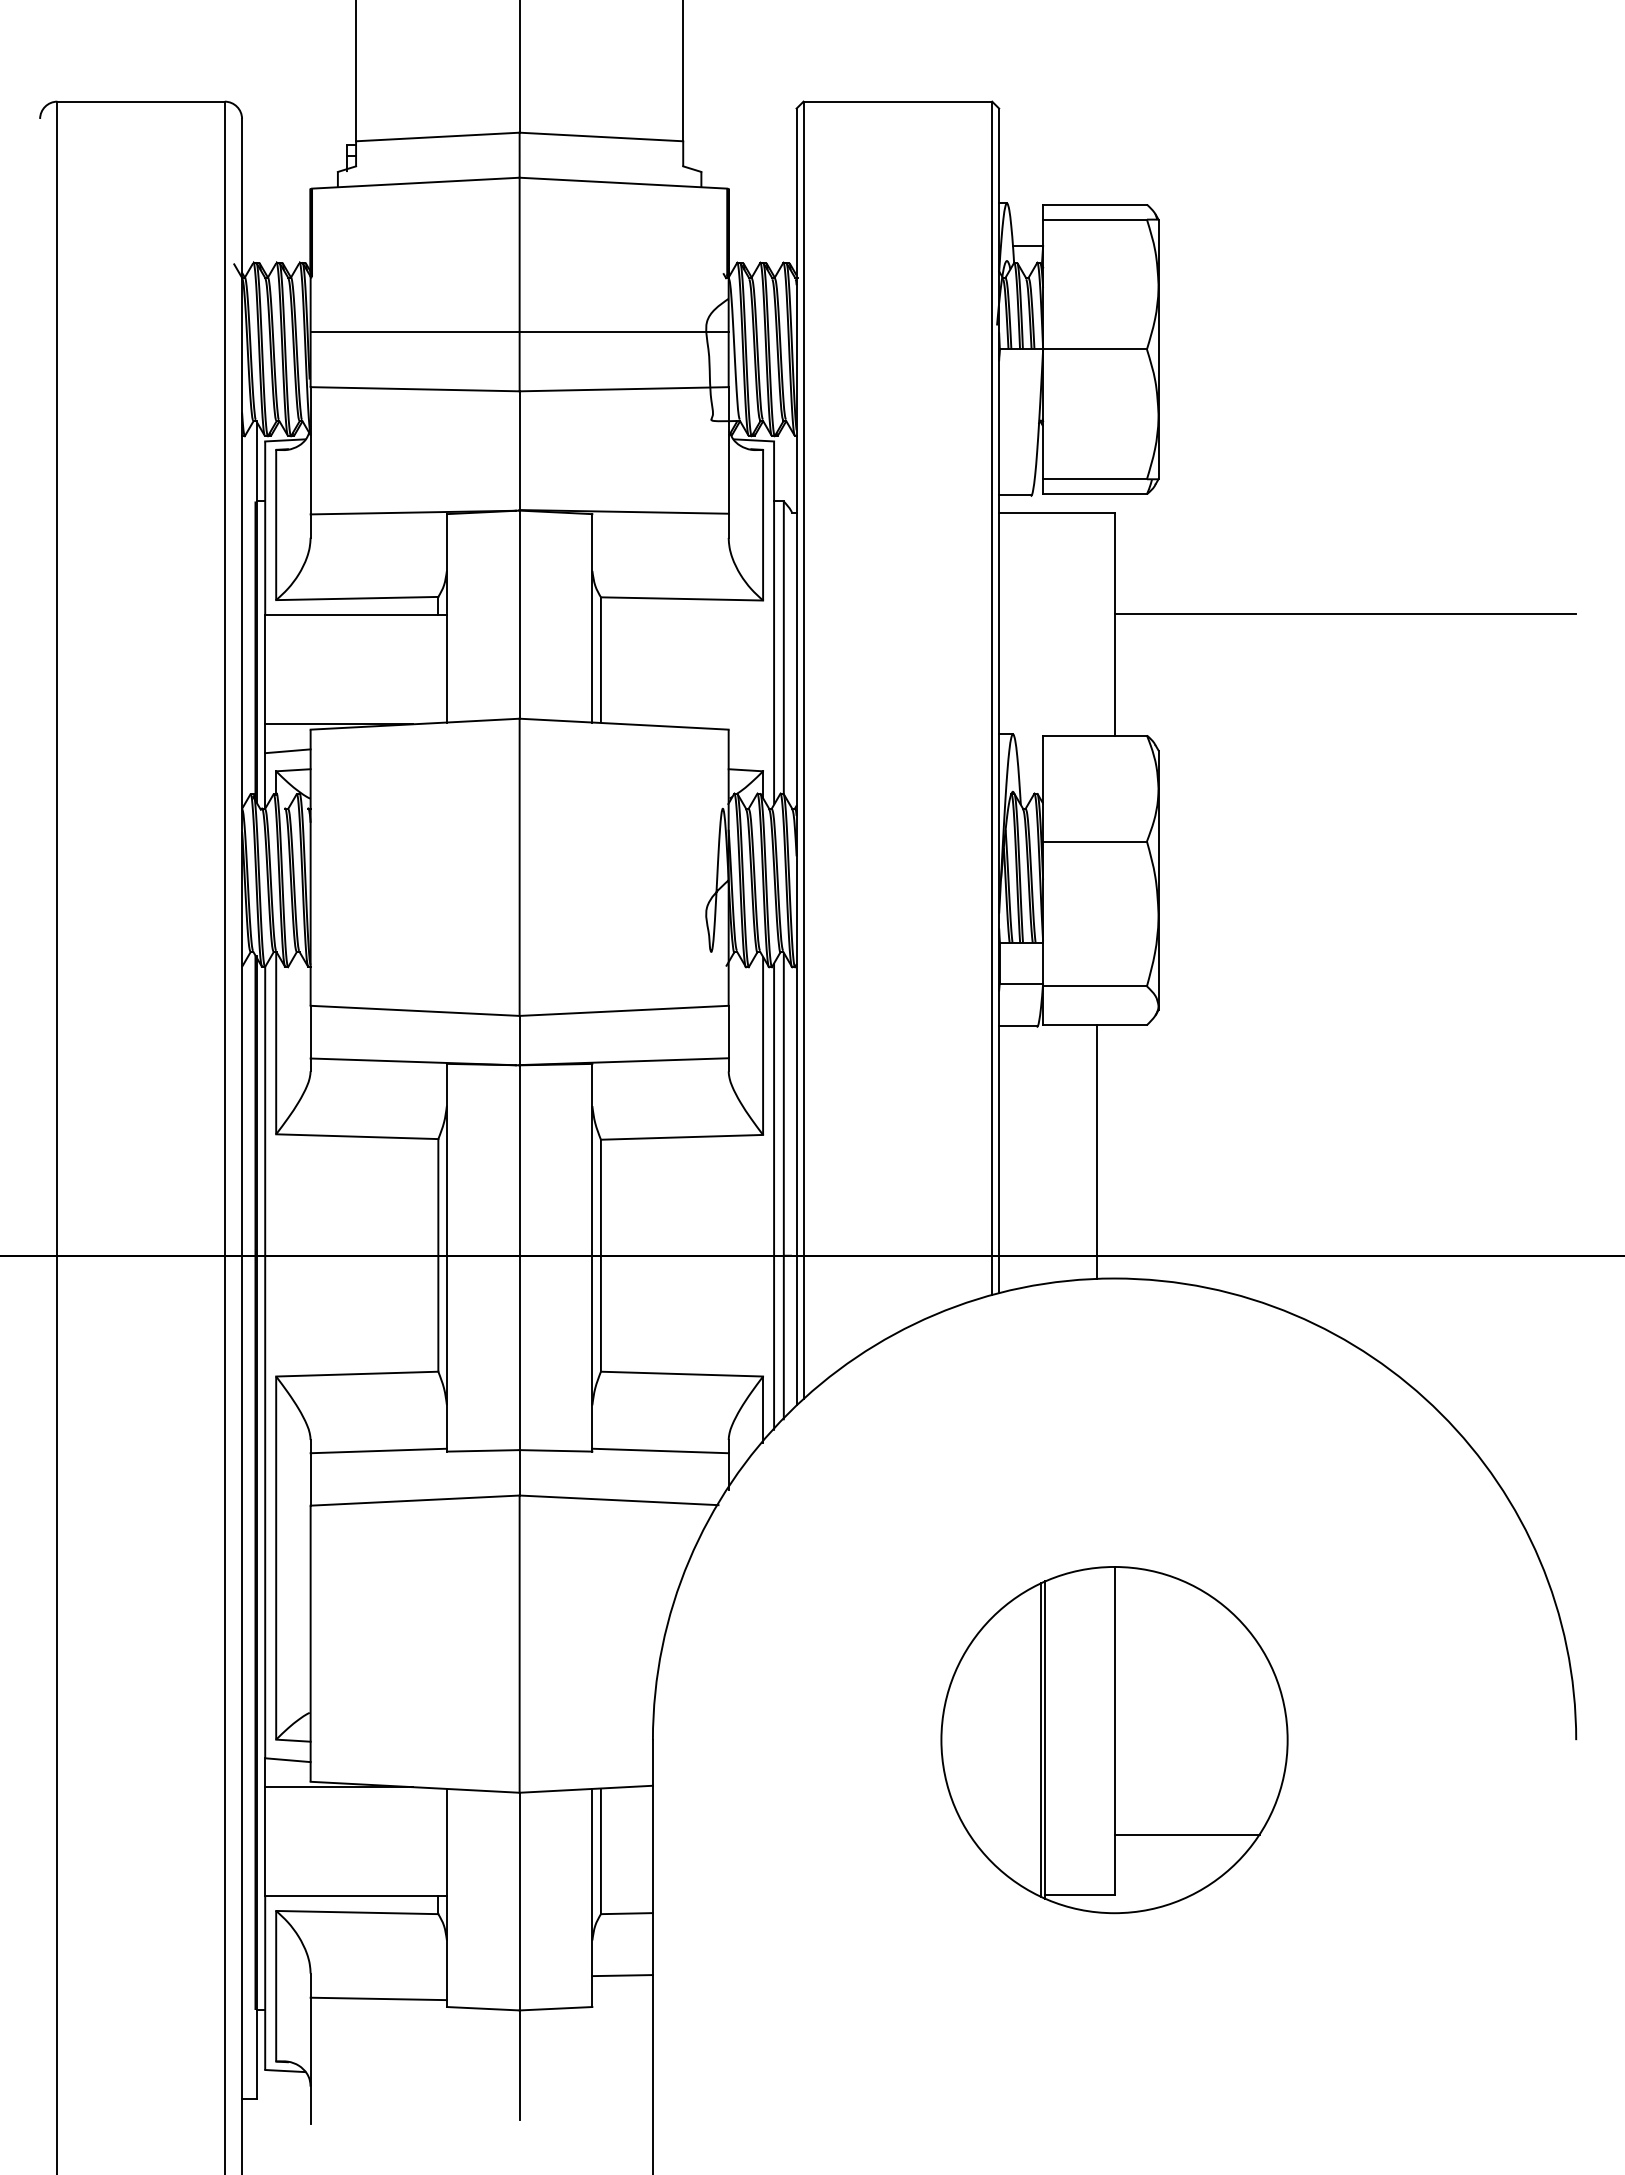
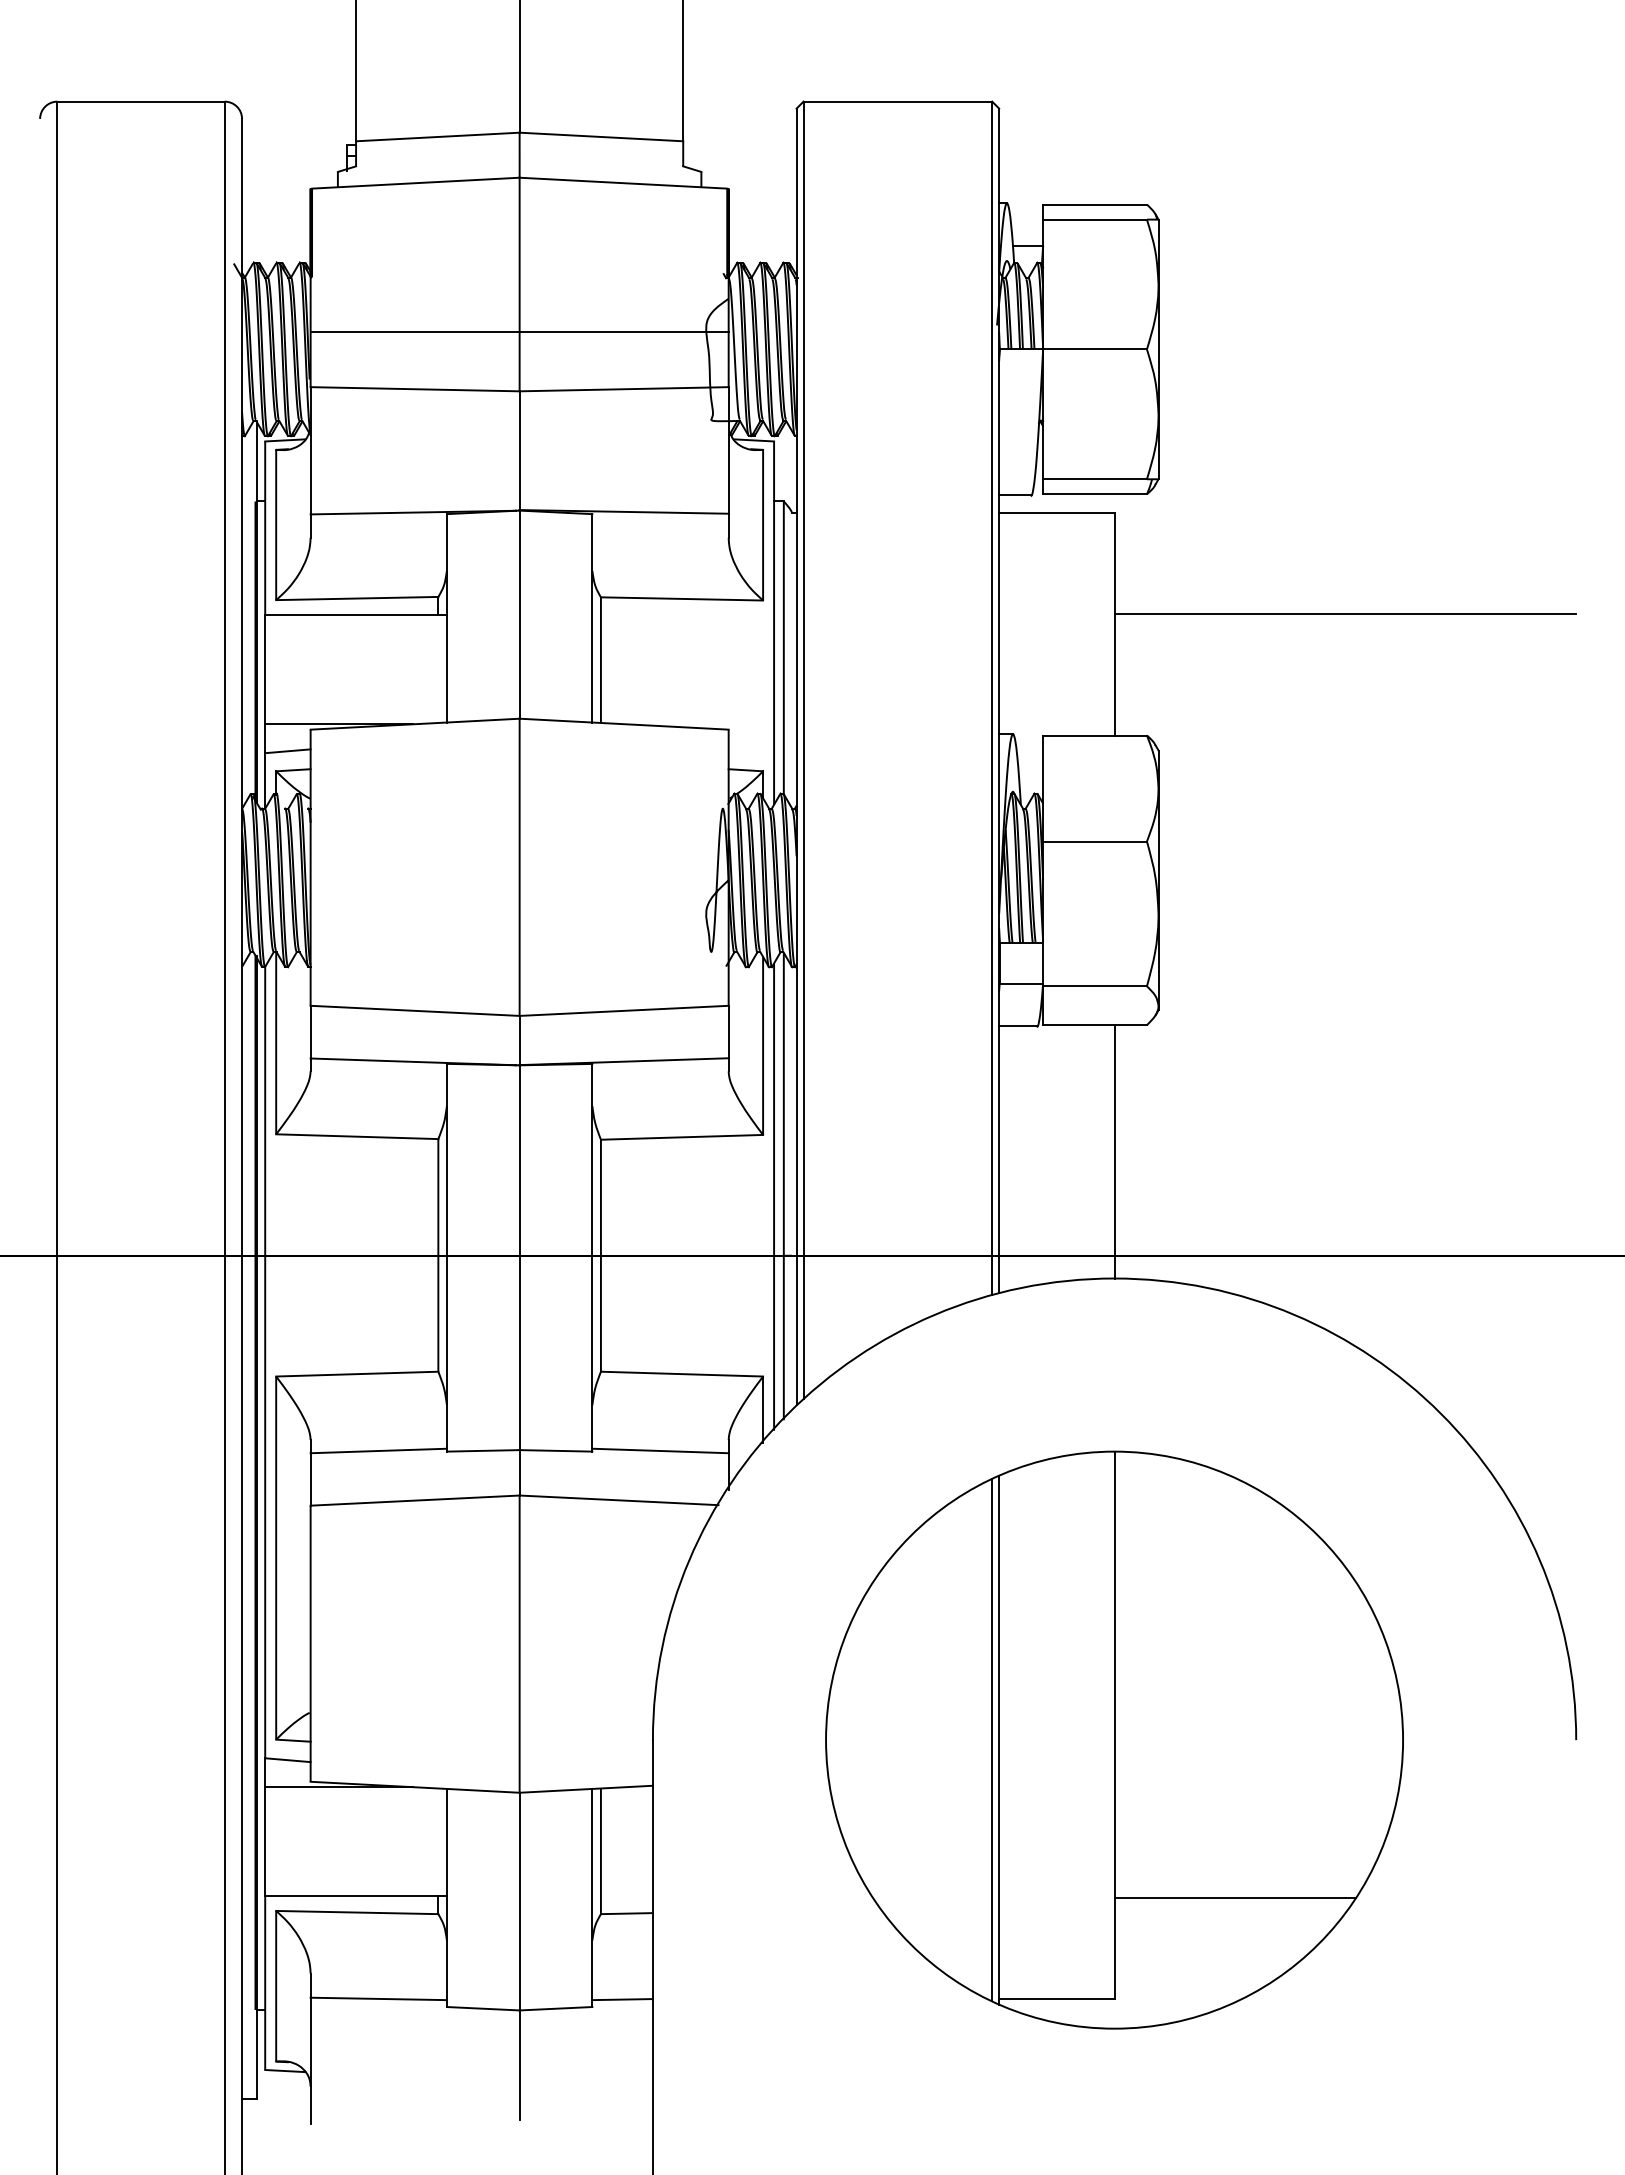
line at (1097, 1151) position: (1097, 1151) -> (1115, 1151)
part at (1114, 1740) size: 349x349 px -> 579x580 px
line at (622, 1975) position: (622, 1975) -> (622, 1999)
